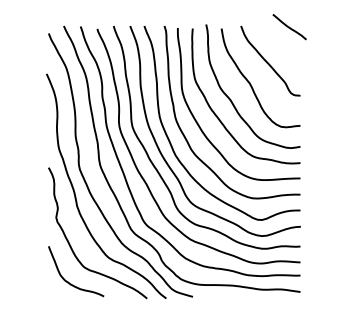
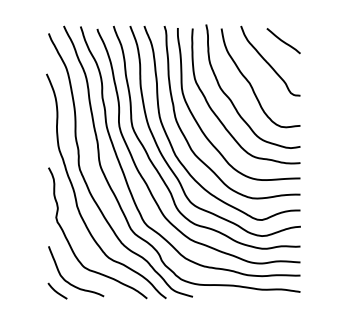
line at (289, 27) position: (289, 27) -> (283, 41)
curve at (56, 290): none -> present
